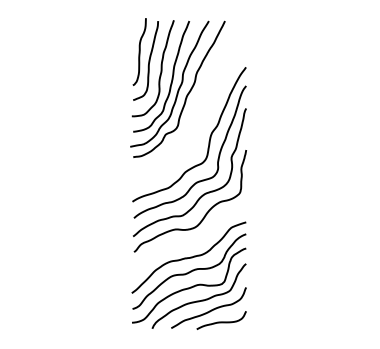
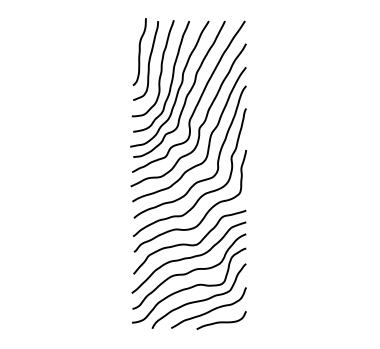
part at (194, 107): none -> present
curve at (187, 243): none -> present
